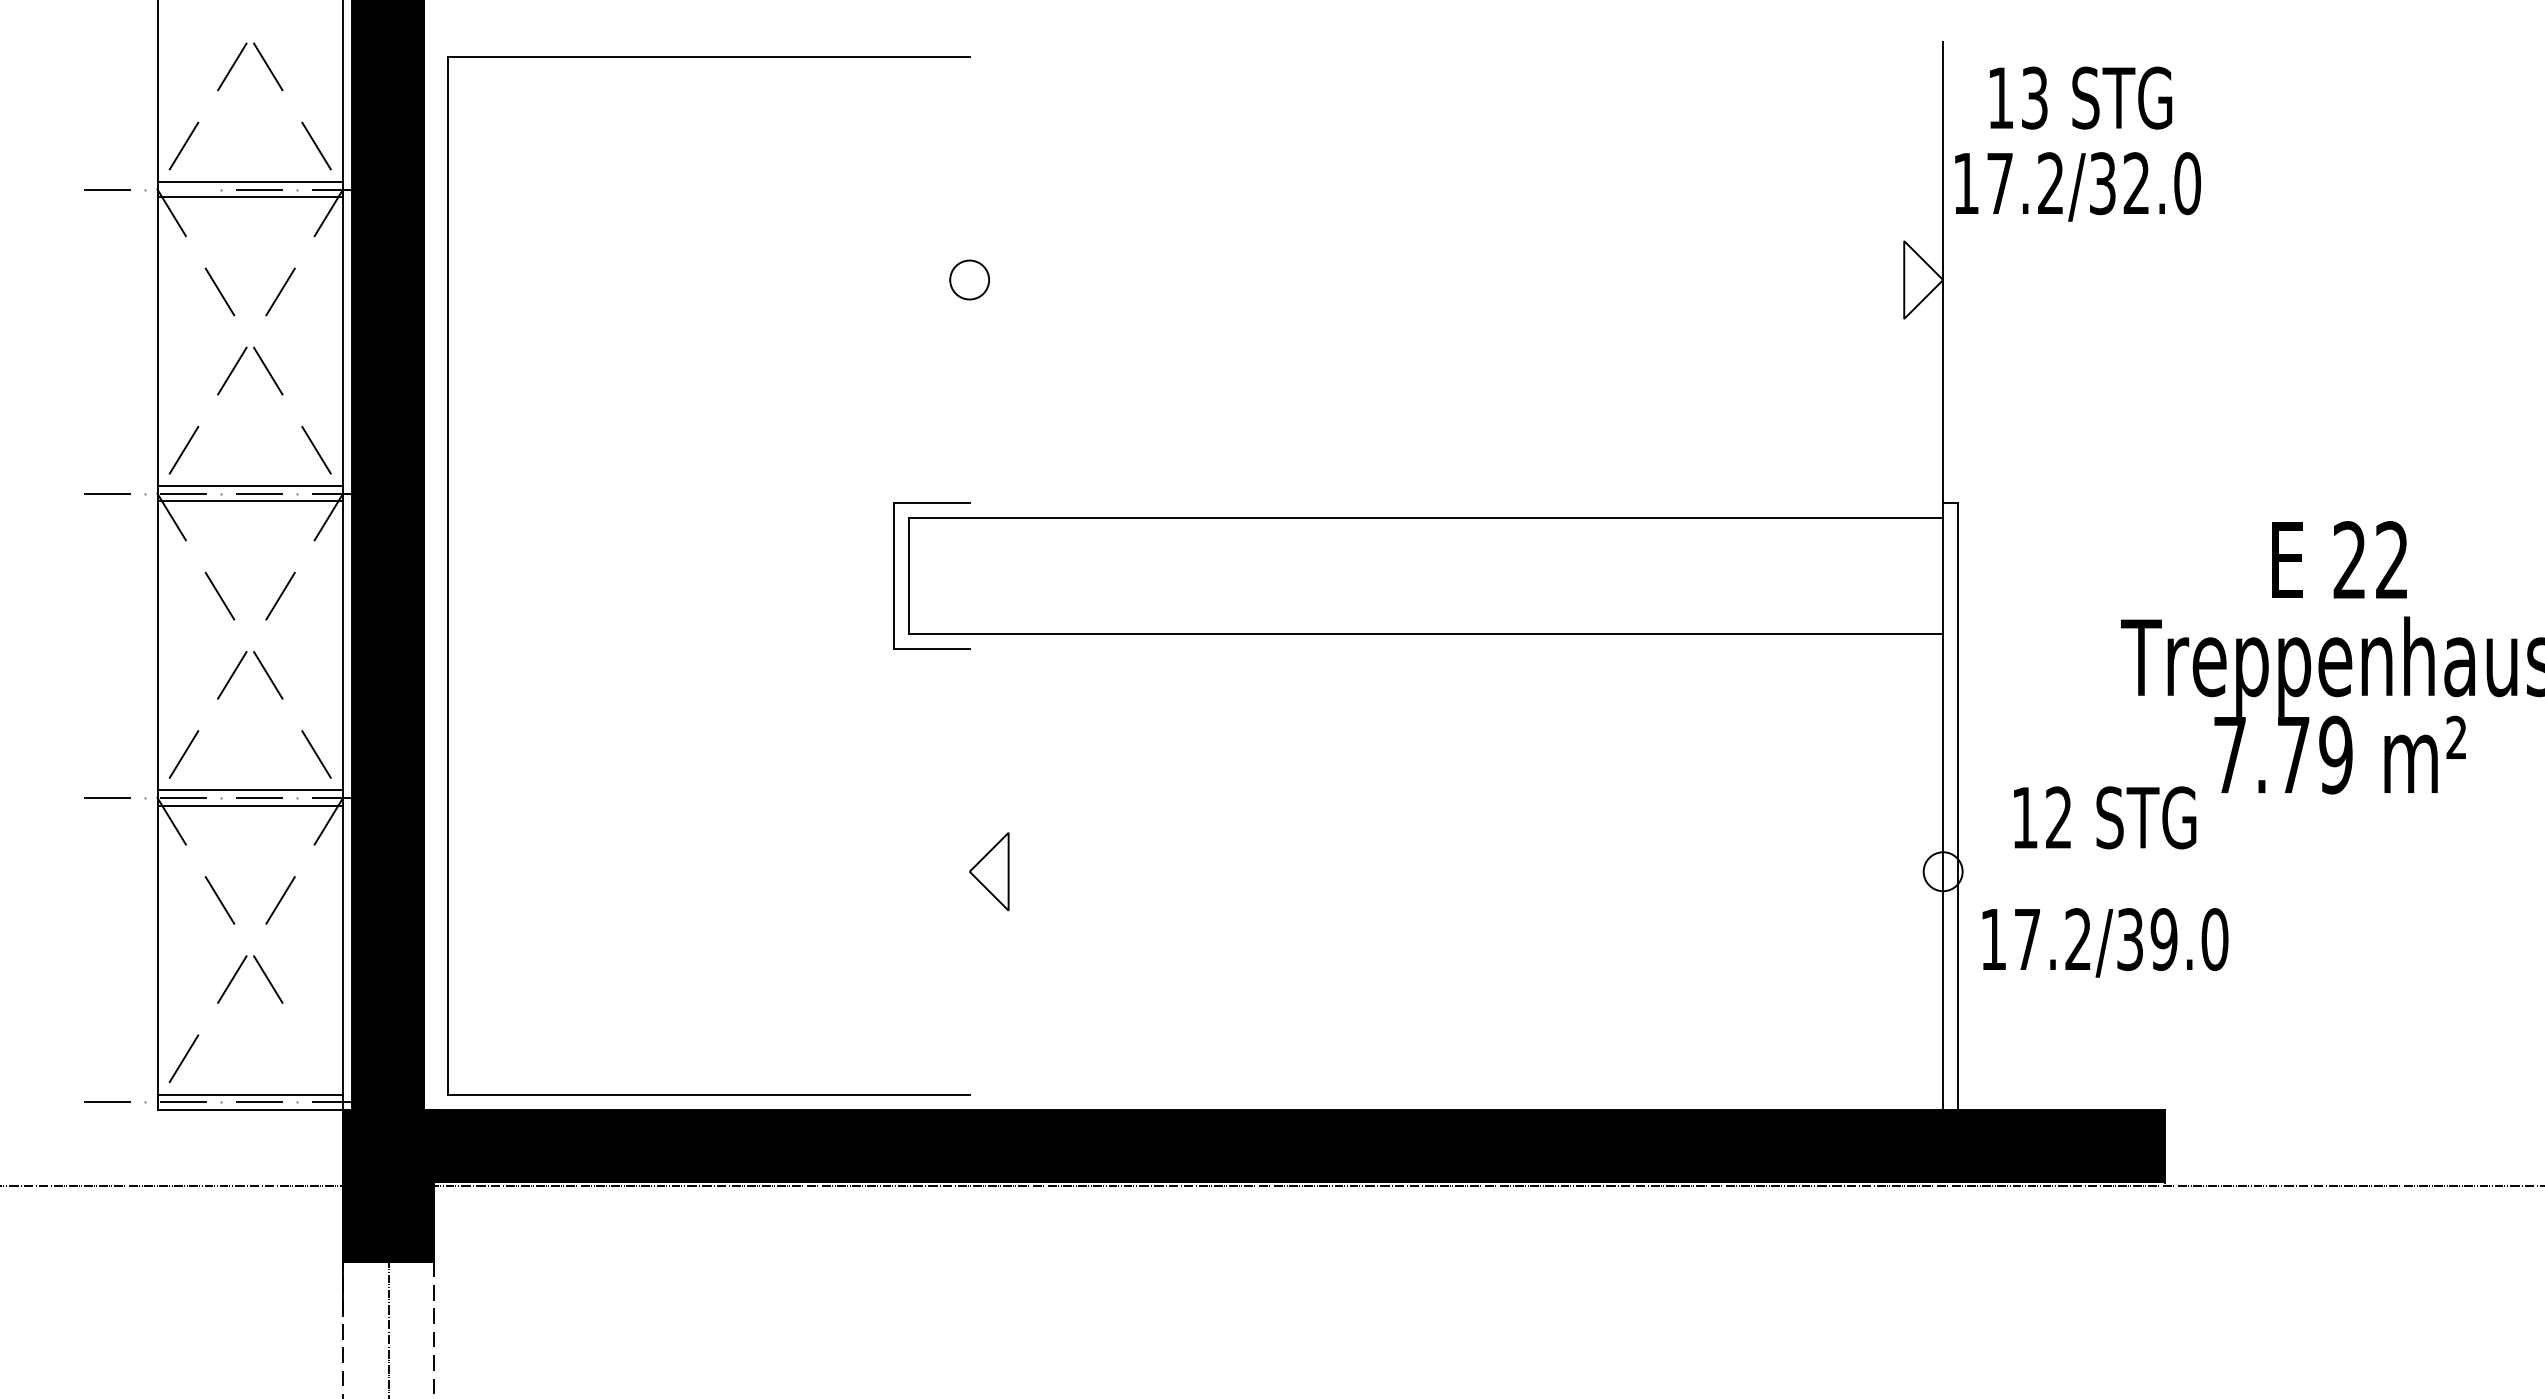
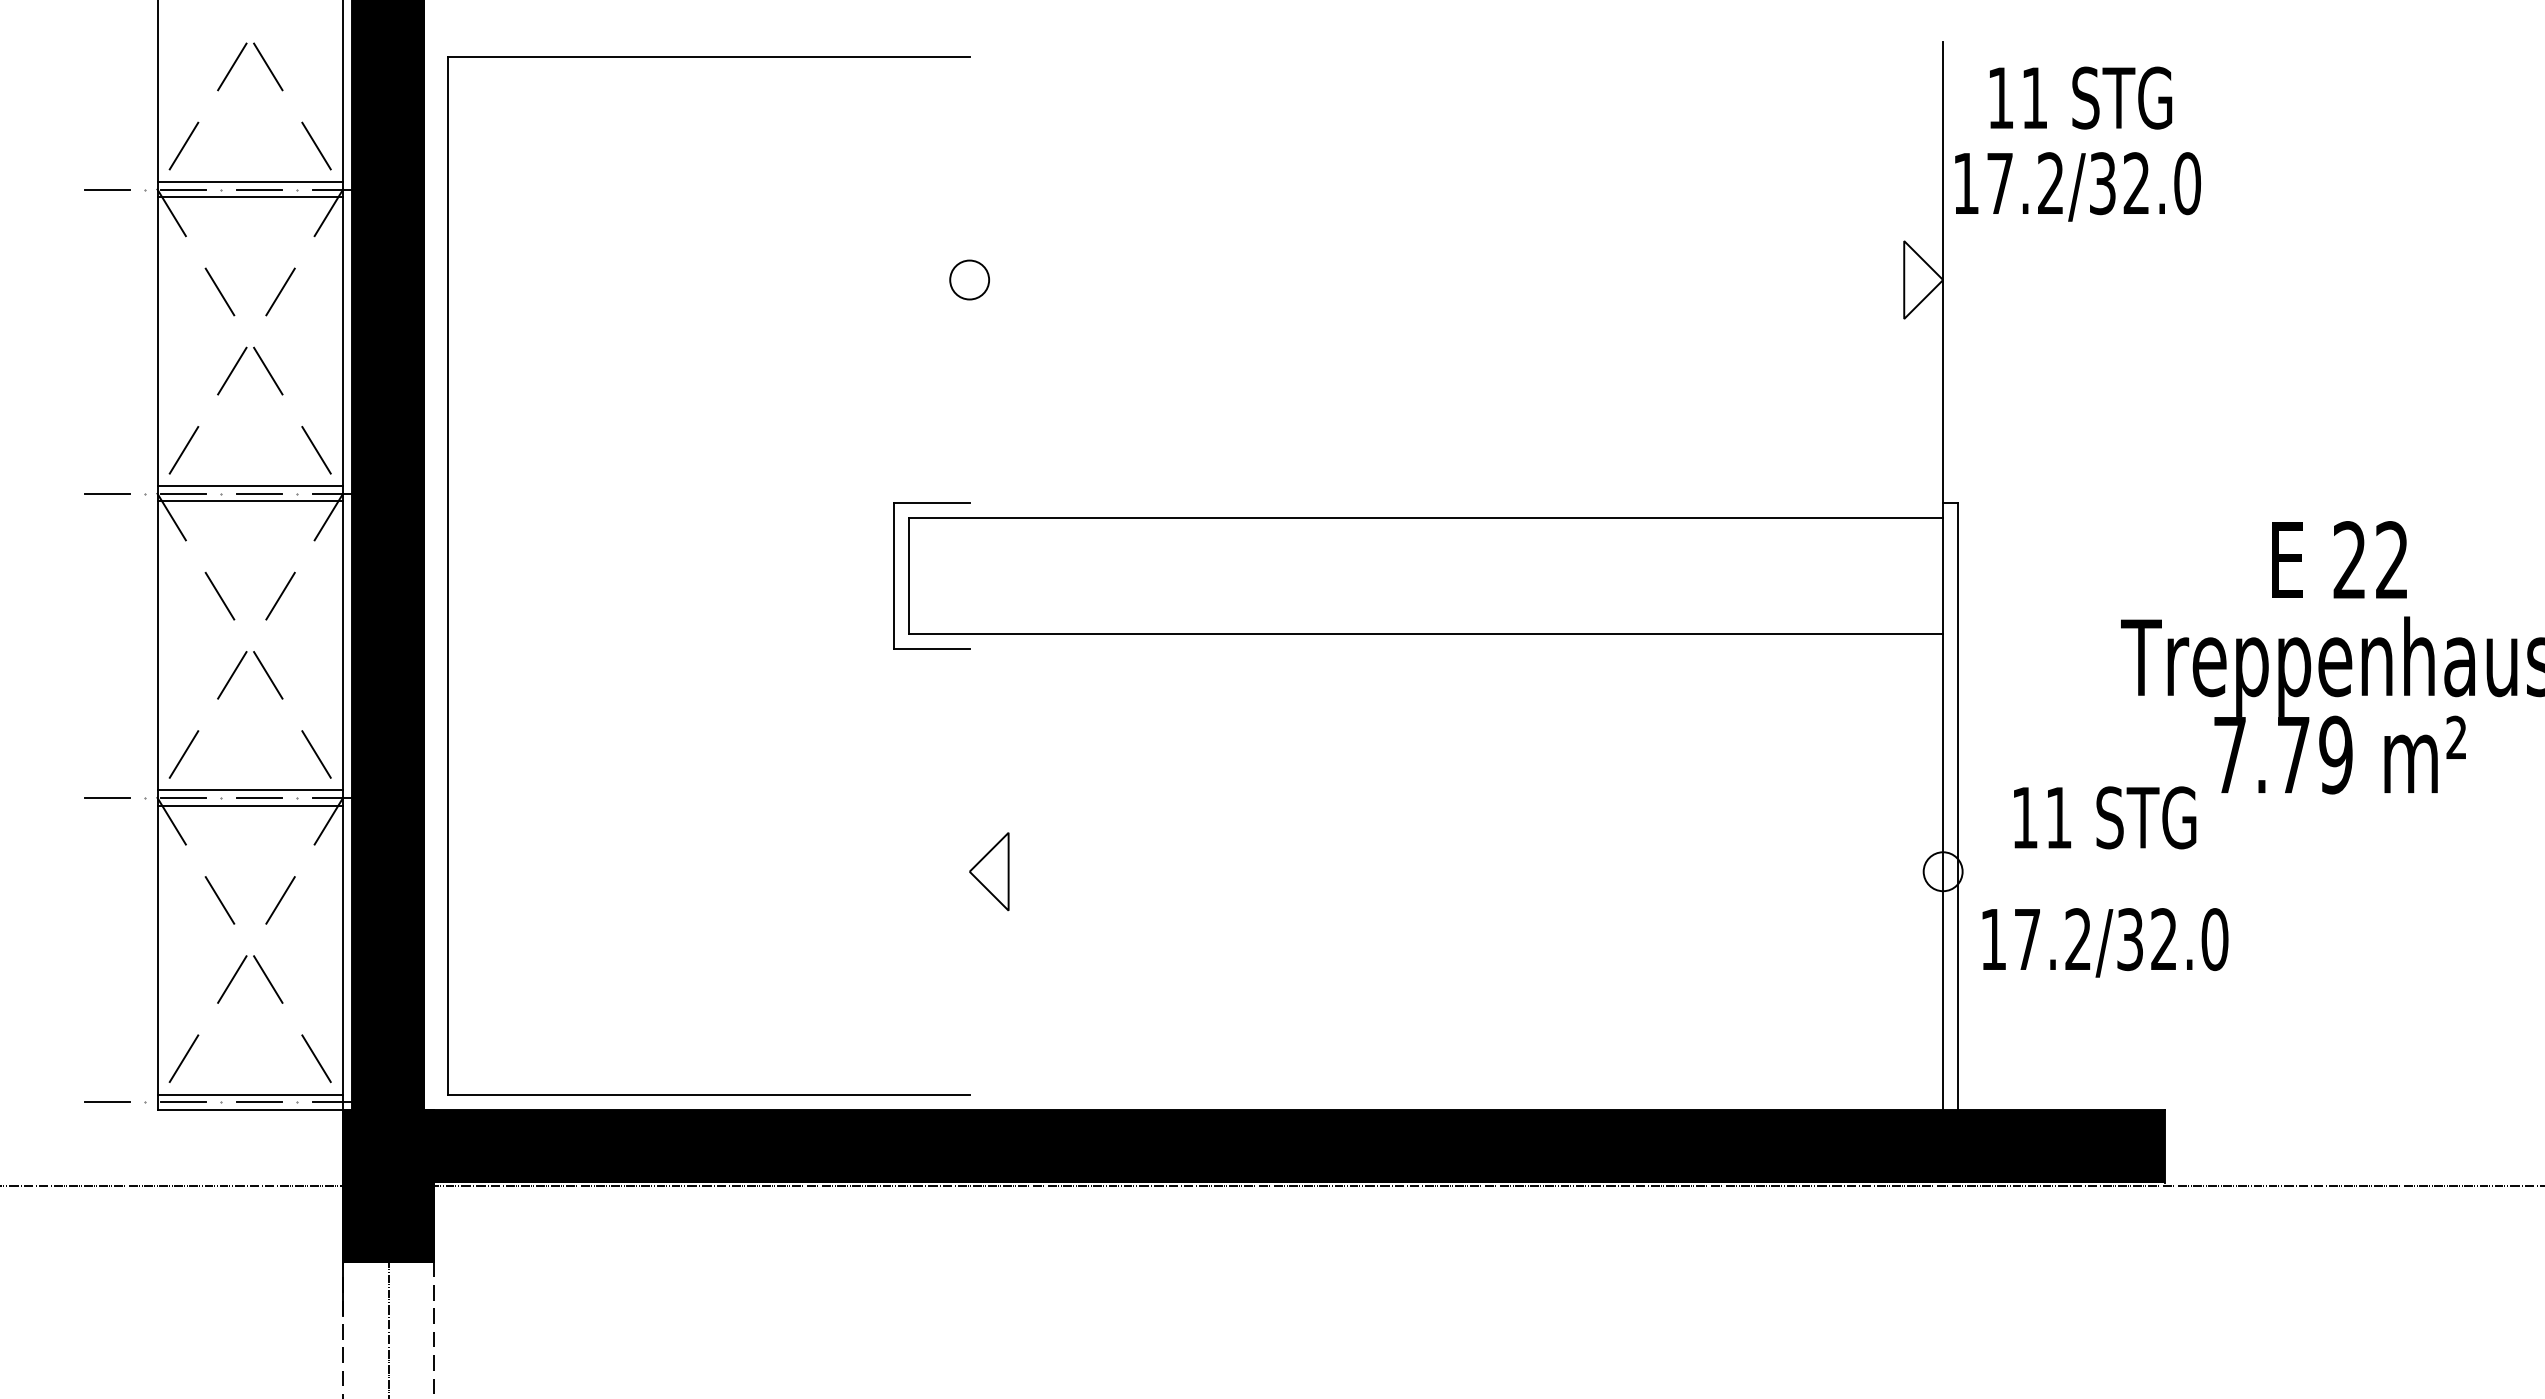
text at (2034, 97): 13 -> 11
line at (183, 189): none -> present
text at (2058, 817): 12 -> 11
text at (2163, 939): 17.2/39.0 -> 17.2/32.0
line at (316, 1058): none -> present
